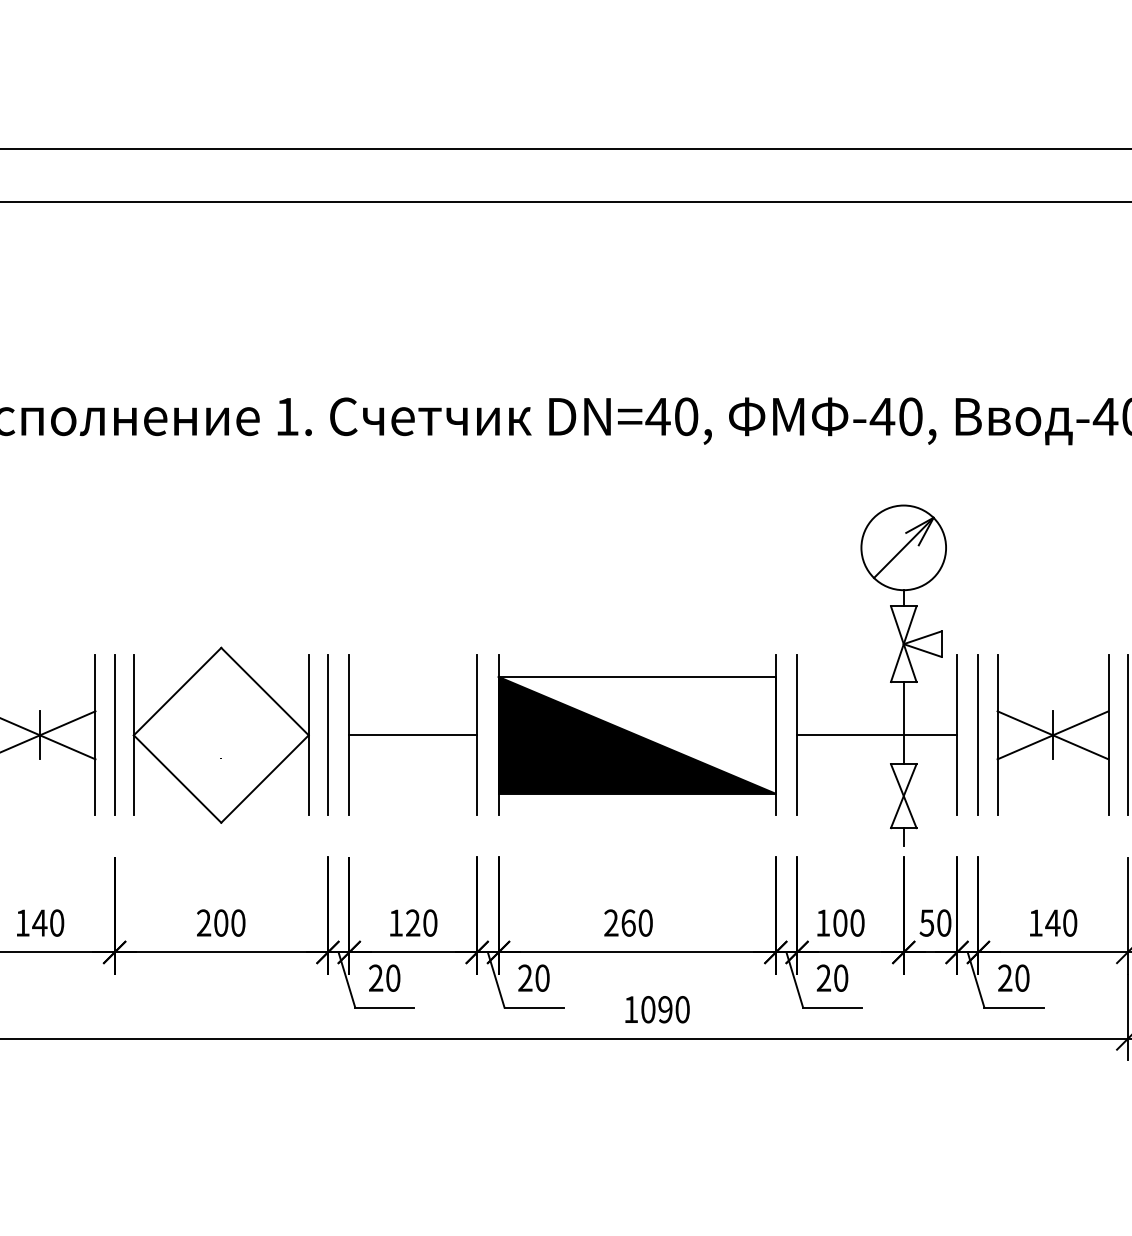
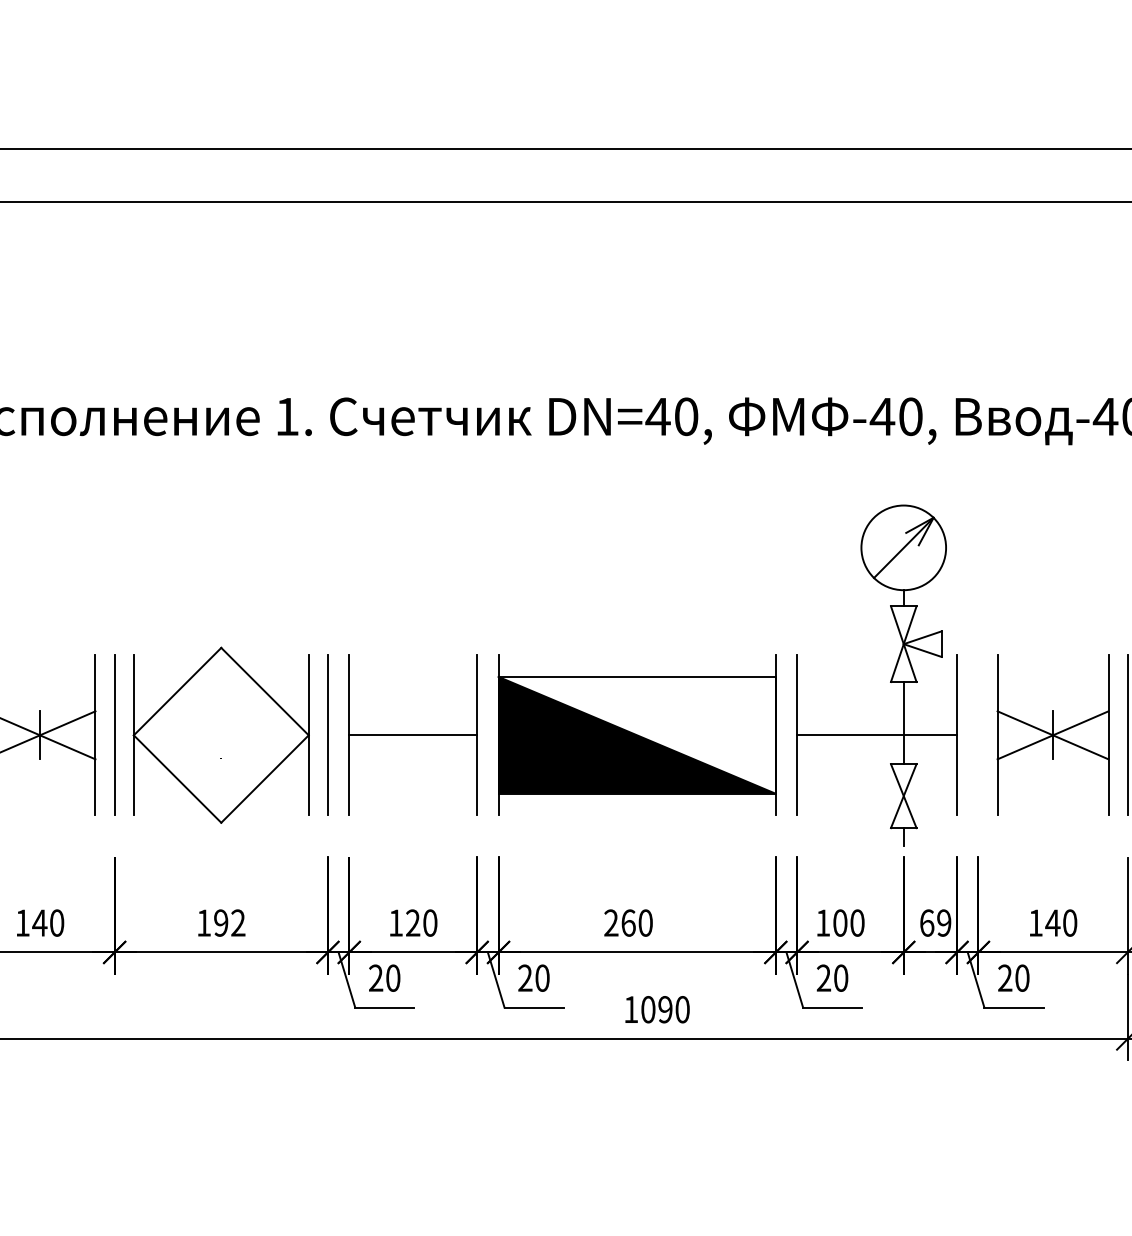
line at (978, 735): present -> none
text at (221, 922): 200 -> 192
text at (935, 922): 50 -> 69
